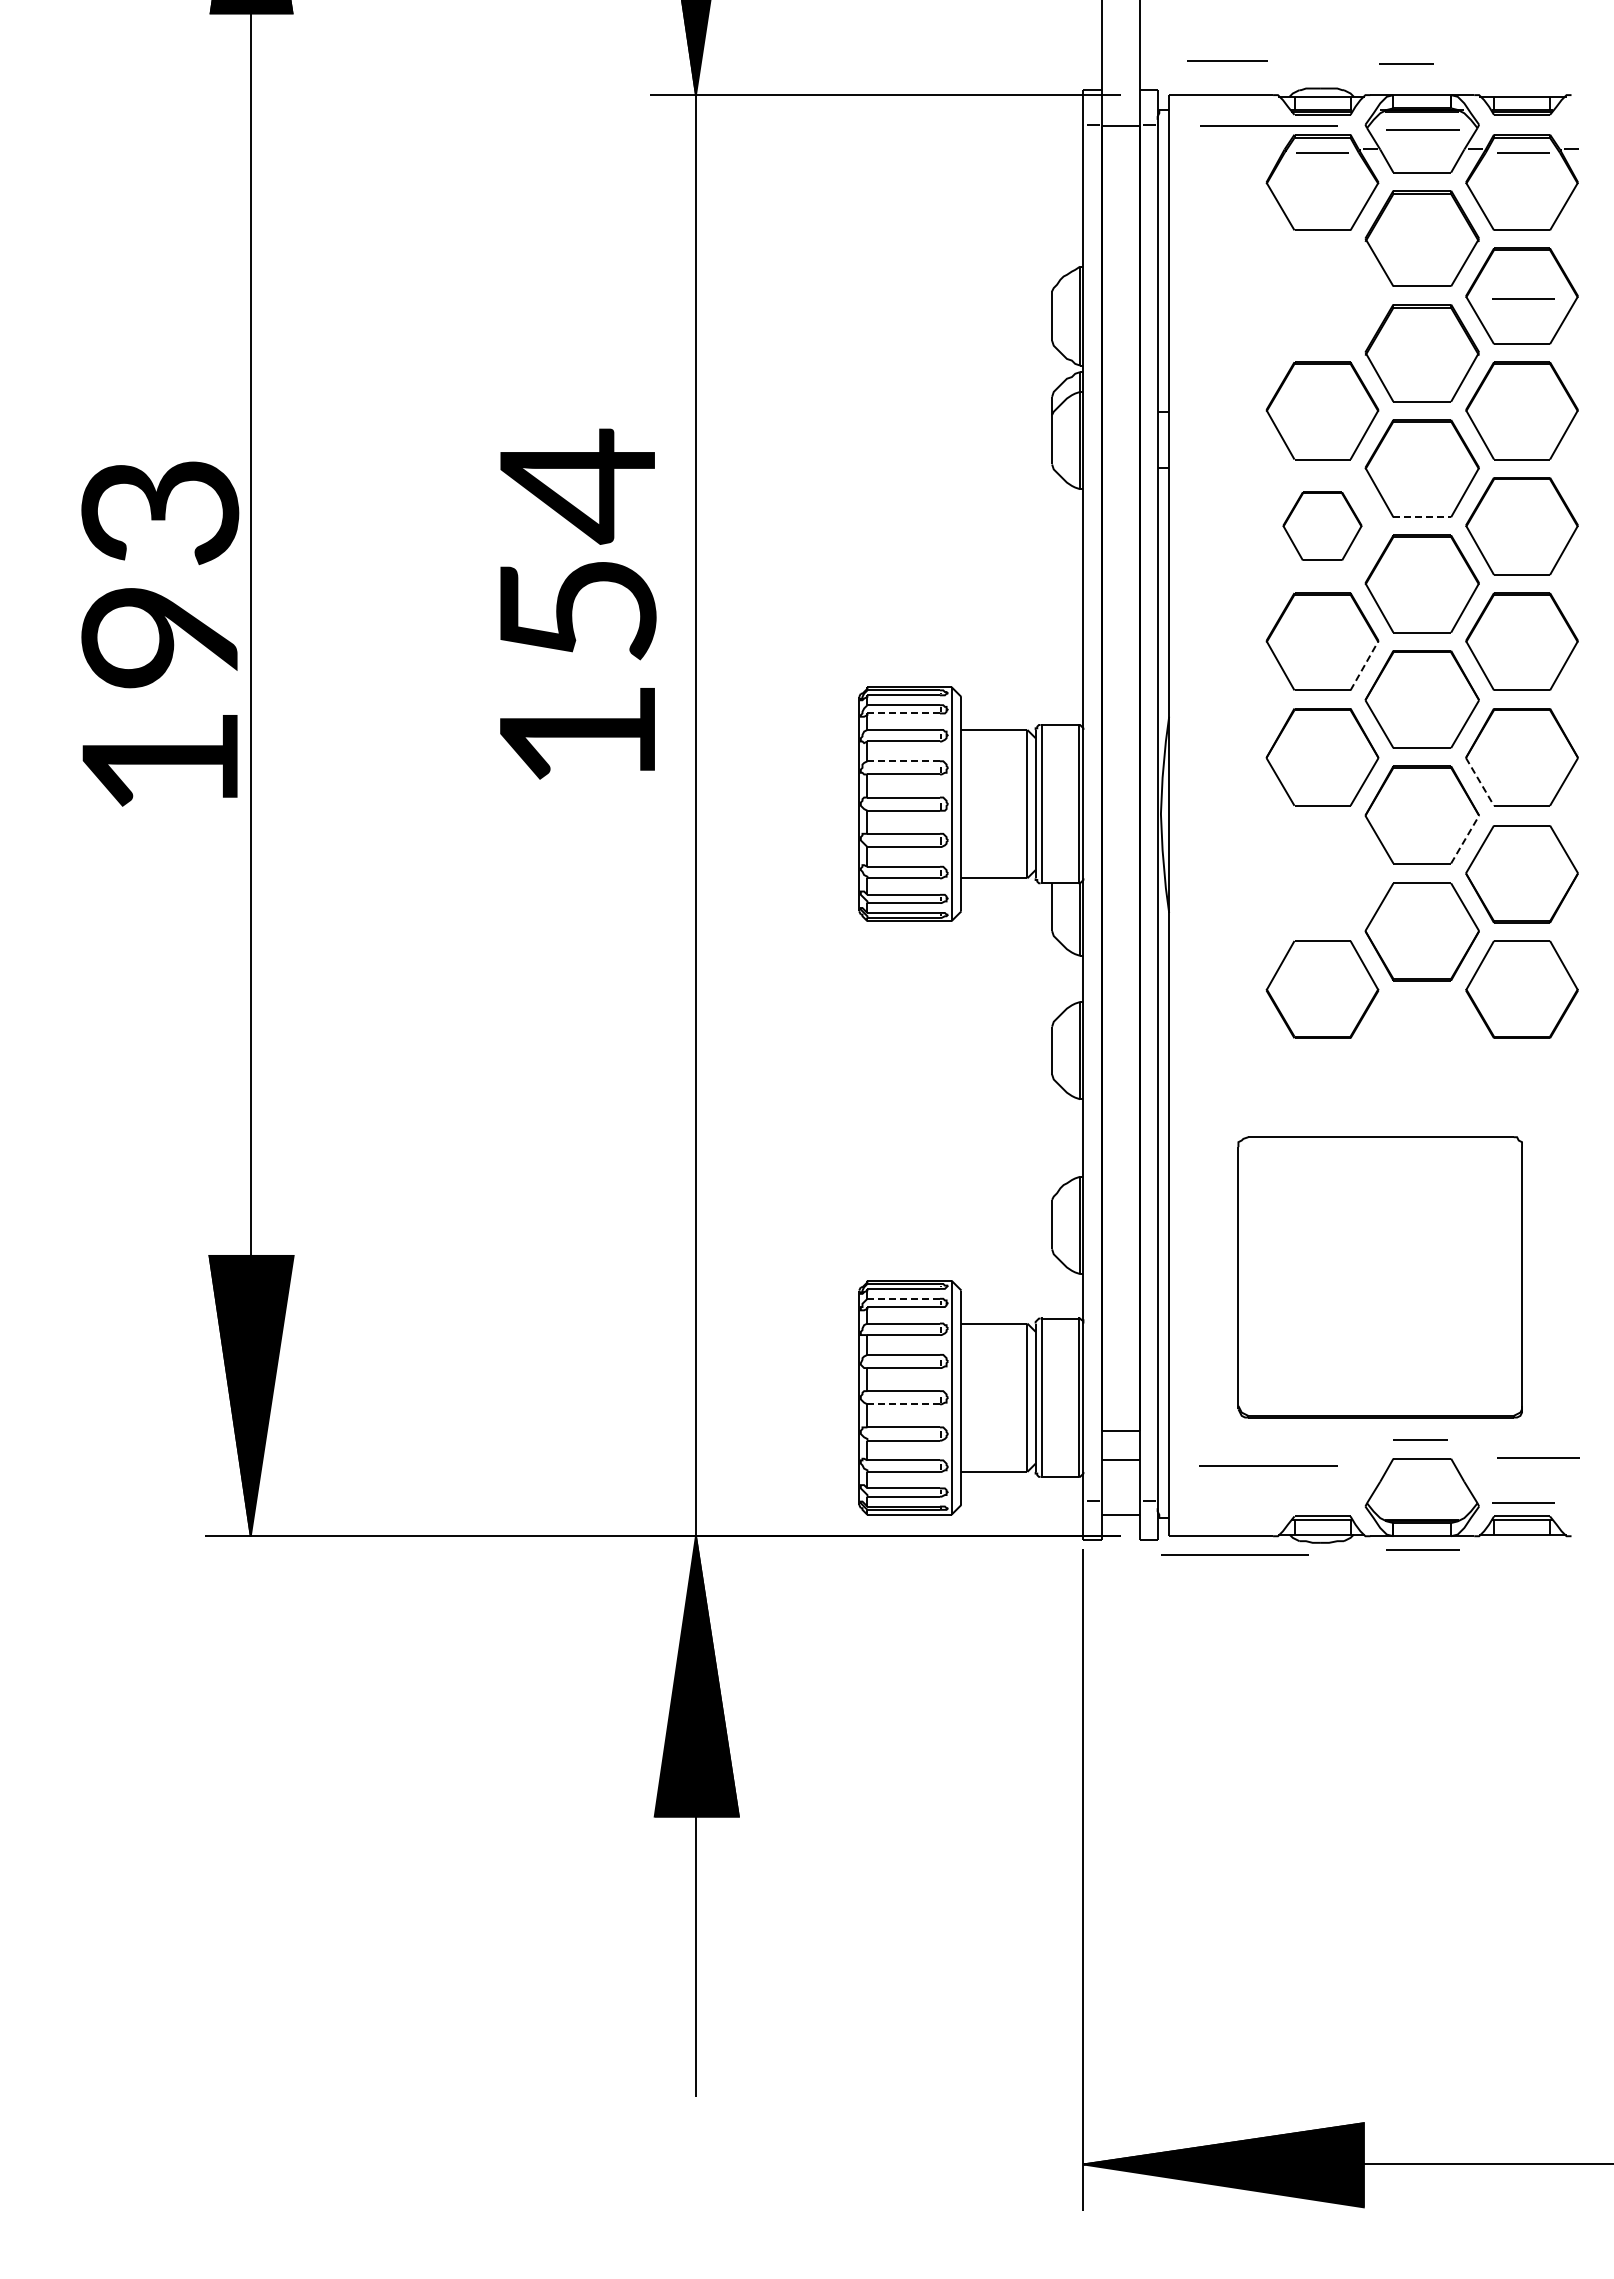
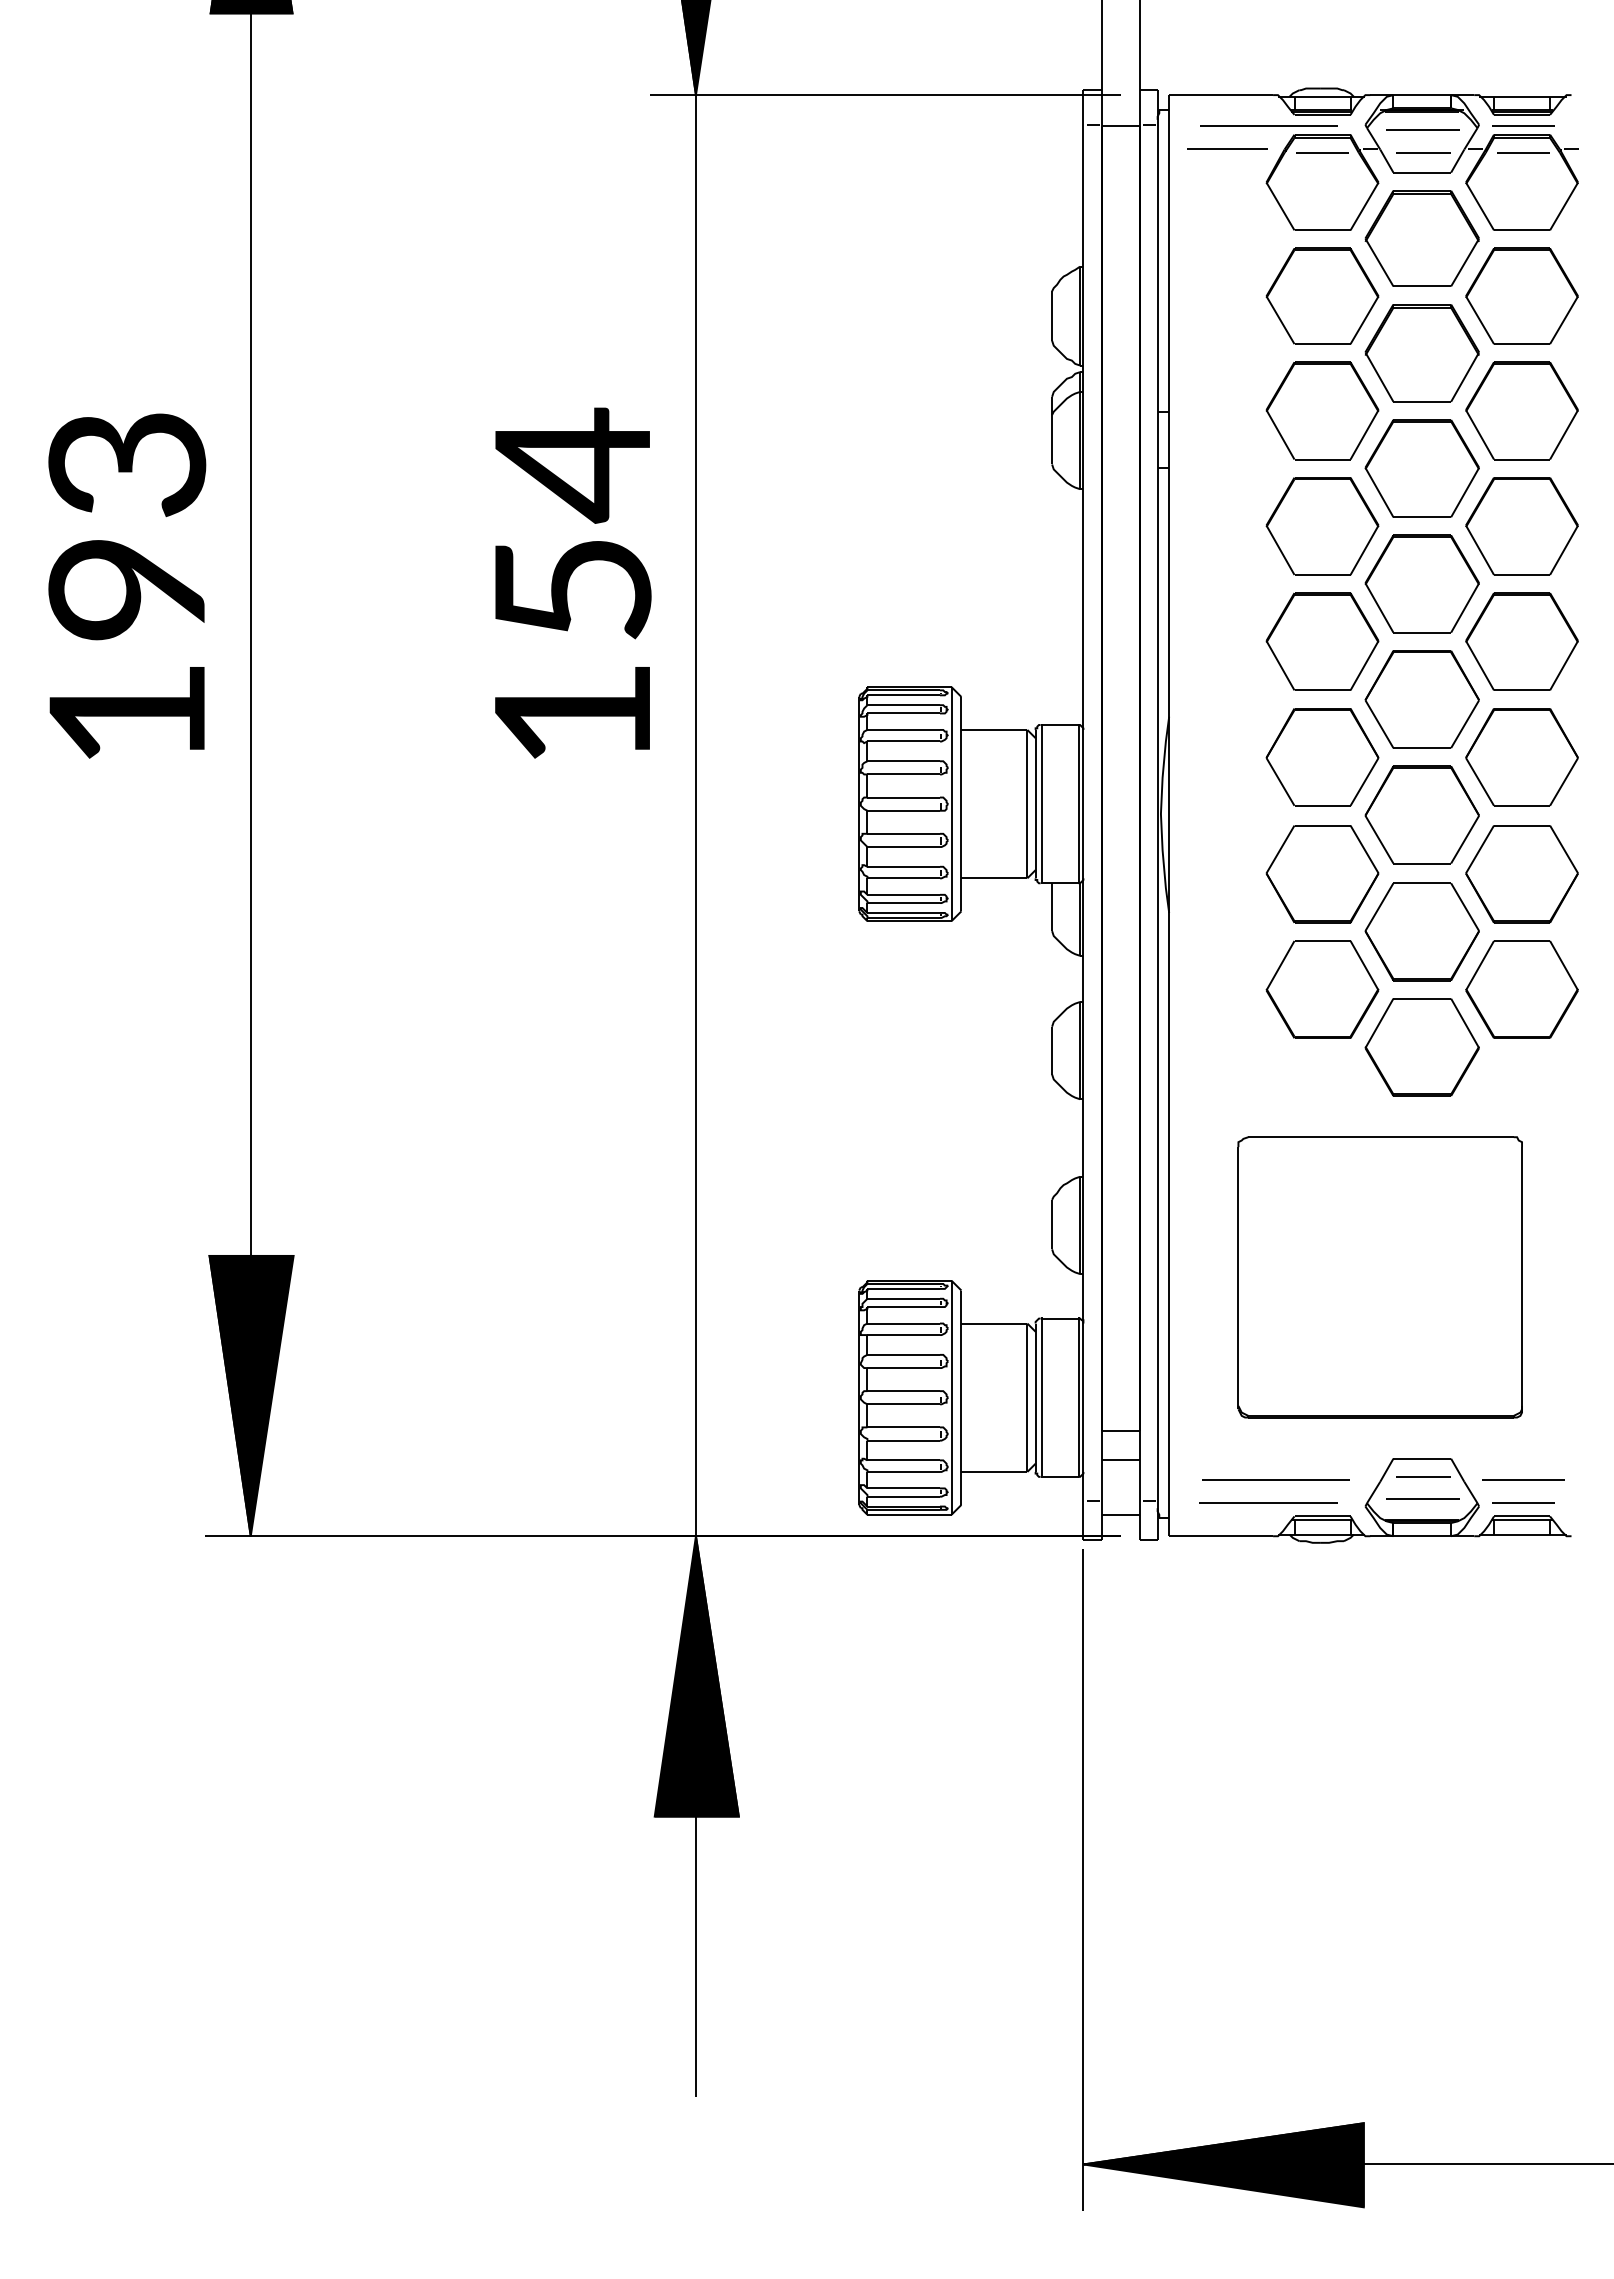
line at (1227, 60) position: (1227, 60) -> (1227, 148)
line at (1406, 63) position: (1406, 63) -> (1423, 152)
part at (1322, 295): none -> present
line at (1523, 298) position: (1523, 298) -> (1523, 125)
line at (1422, 517): dashed -> solid
part at (1322, 525) size: 81x70 px -> 115x99 px
text at (578, 603) position: (578, 603) -> (573, 582)
text at (160, 633) position: (160, 633) -> (127, 585)
line at (1364, 665): dashed -> solid
line at (903, 713): dashed -> solid
line at (904, 761): dashed -> solid
line at (1479, 781): dashed -> solid
line at (1465, 839): dashed -> solid
part at (1322, 874): none -> present
part at (1421, 1047): none -> present
line at (904, 1298): dashed -> solid
line at (903, 1404): dashed -> solid
line at (1420, 1439) position: (1420, 1439) -> (1423, 1476)
line at (1538, 1457) position: (1538, 1457) -> (1523, 1479)
line at (1268, 1465) position: (1268, 1465) -> (1268, 1502)
line at (1422, 1549) position: (1422, 1549) -> (1422, 1498)
line at (1234, 1554) position: (1234, 1554) -> (1275, 1479)
